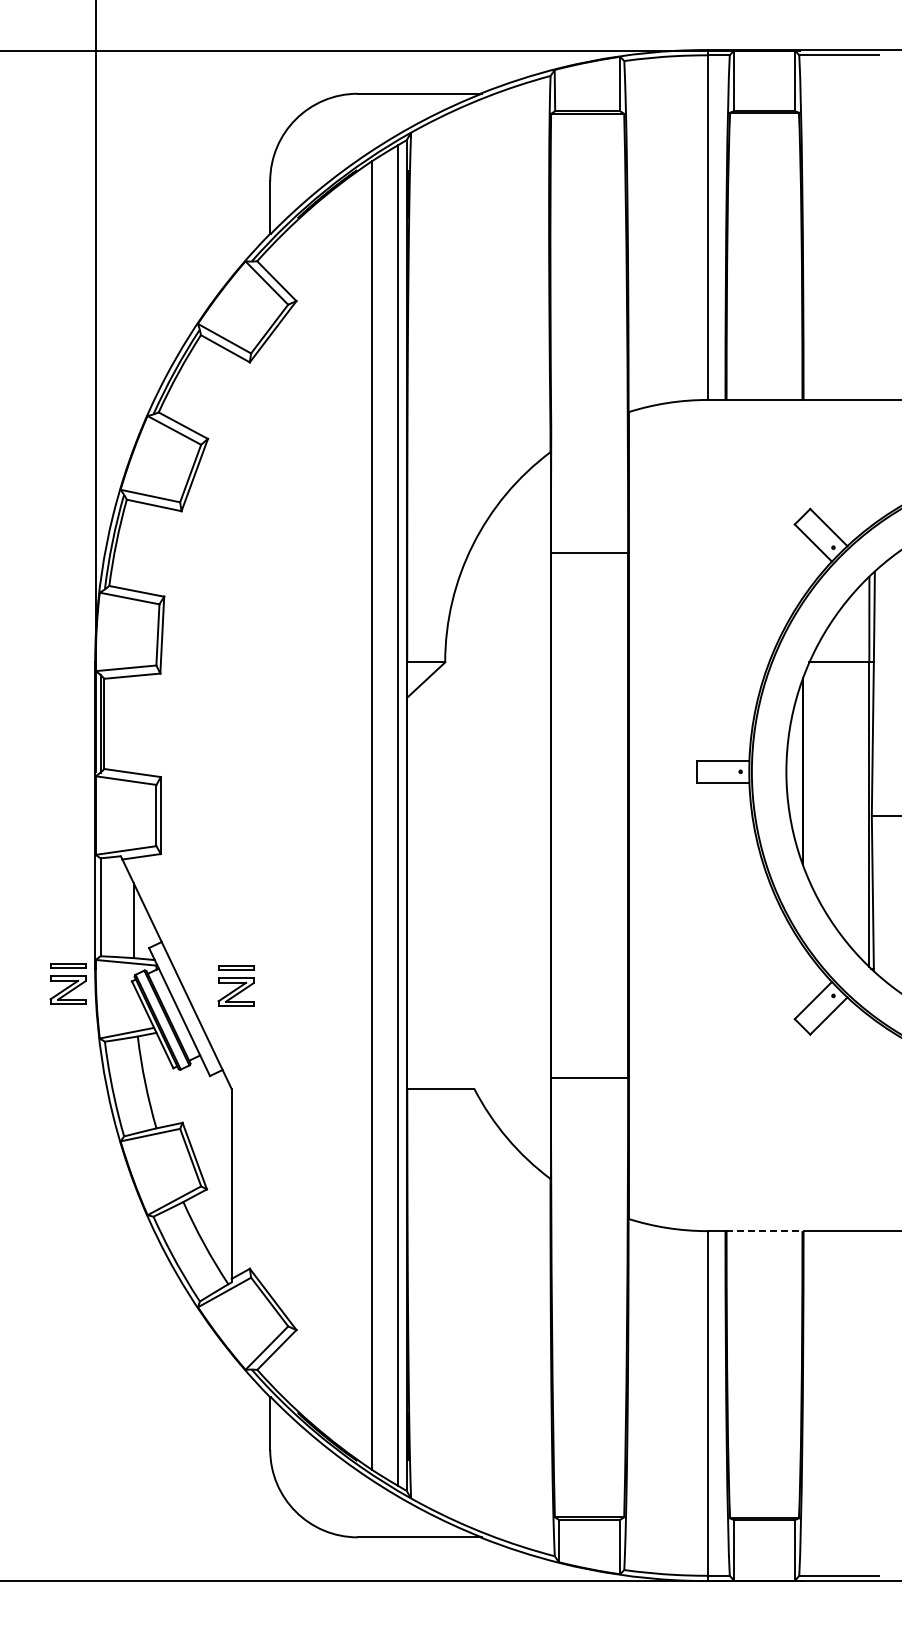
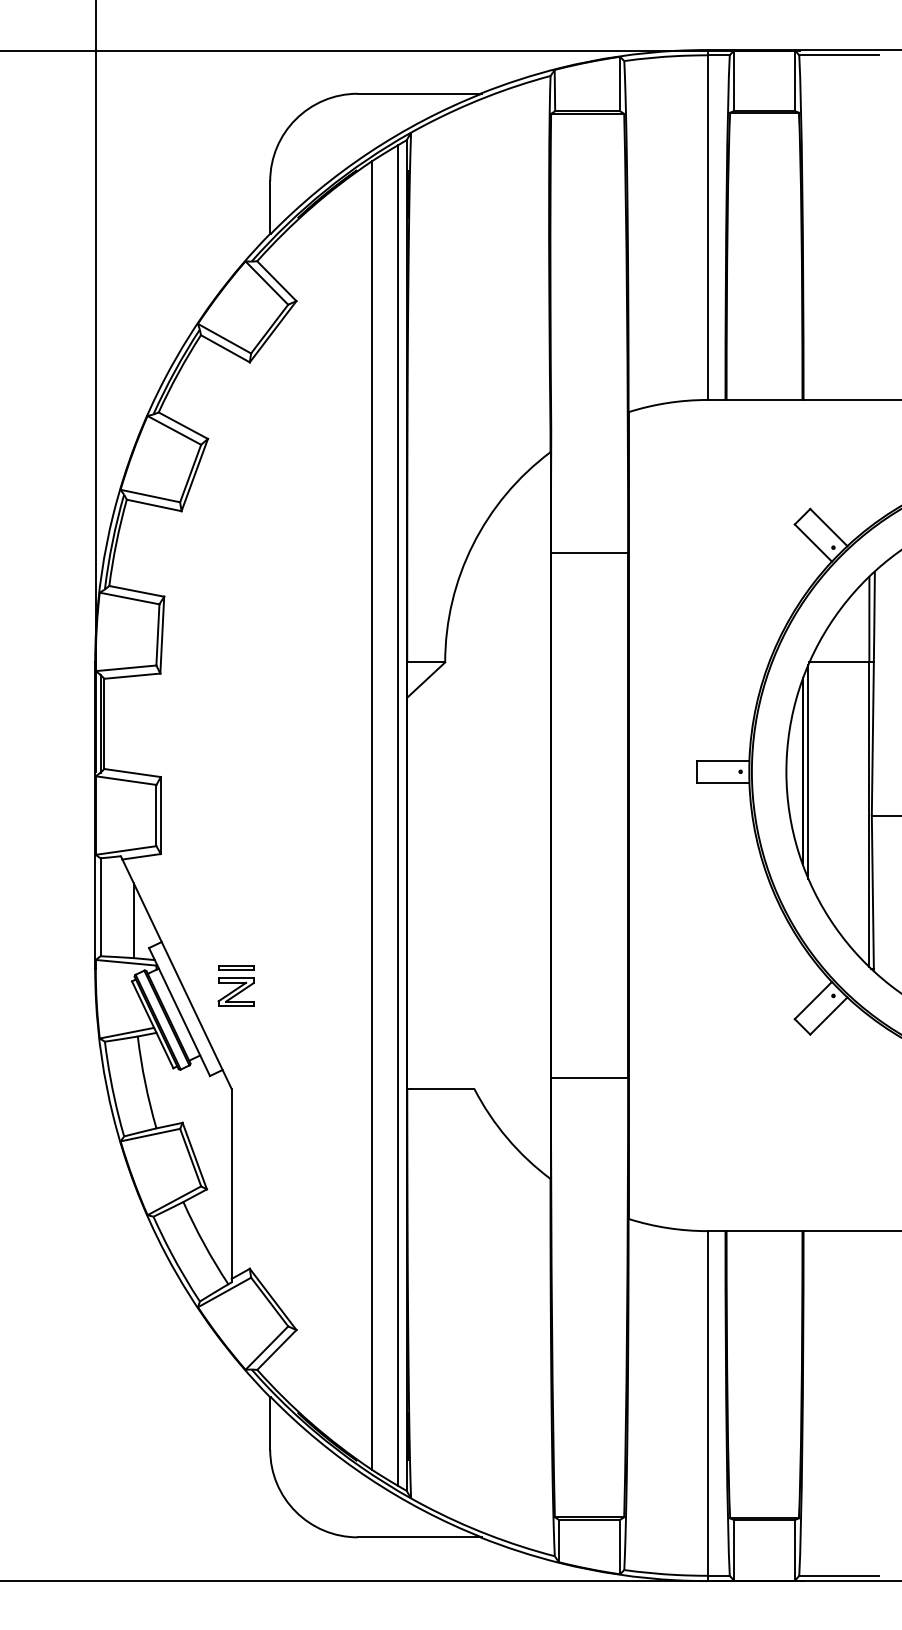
line at (808, 771): none -> present
part at (67, 983): present -> none
line at (765, 1231): dashed -> solid
